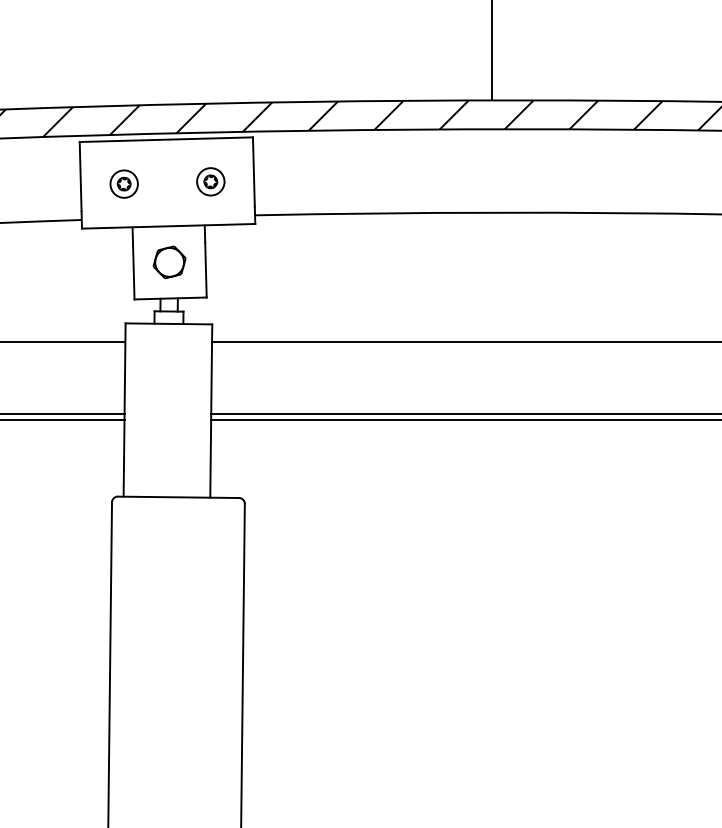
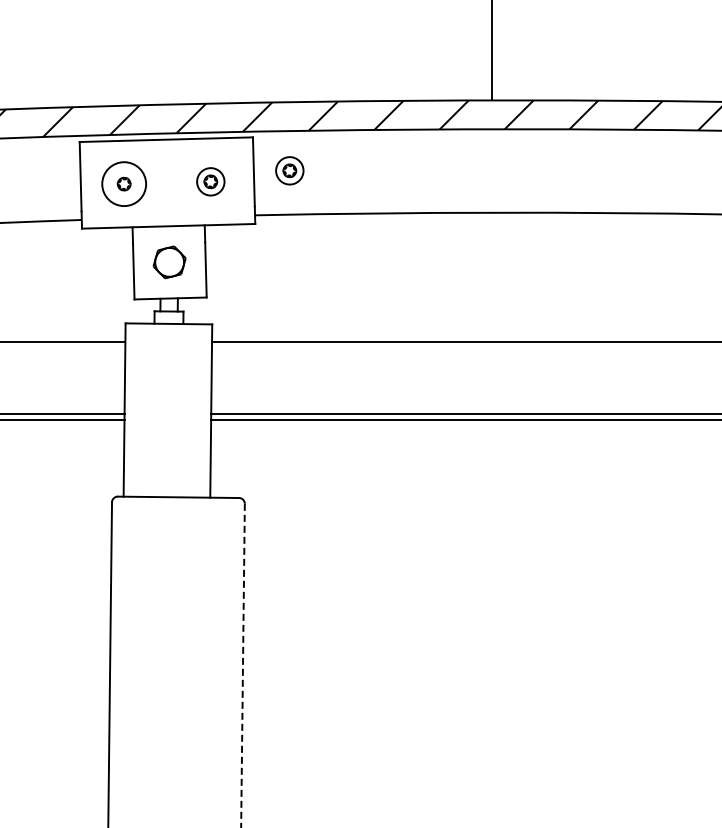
part at (289, 170): none -> present
circle at (123, 183) diameter: 27 px -> 44 px
line at (243, 665): solid -> dashed
